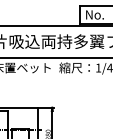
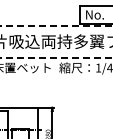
line at (56, 25): solid -> dashed
line at (56, 58): solid -> dashed
